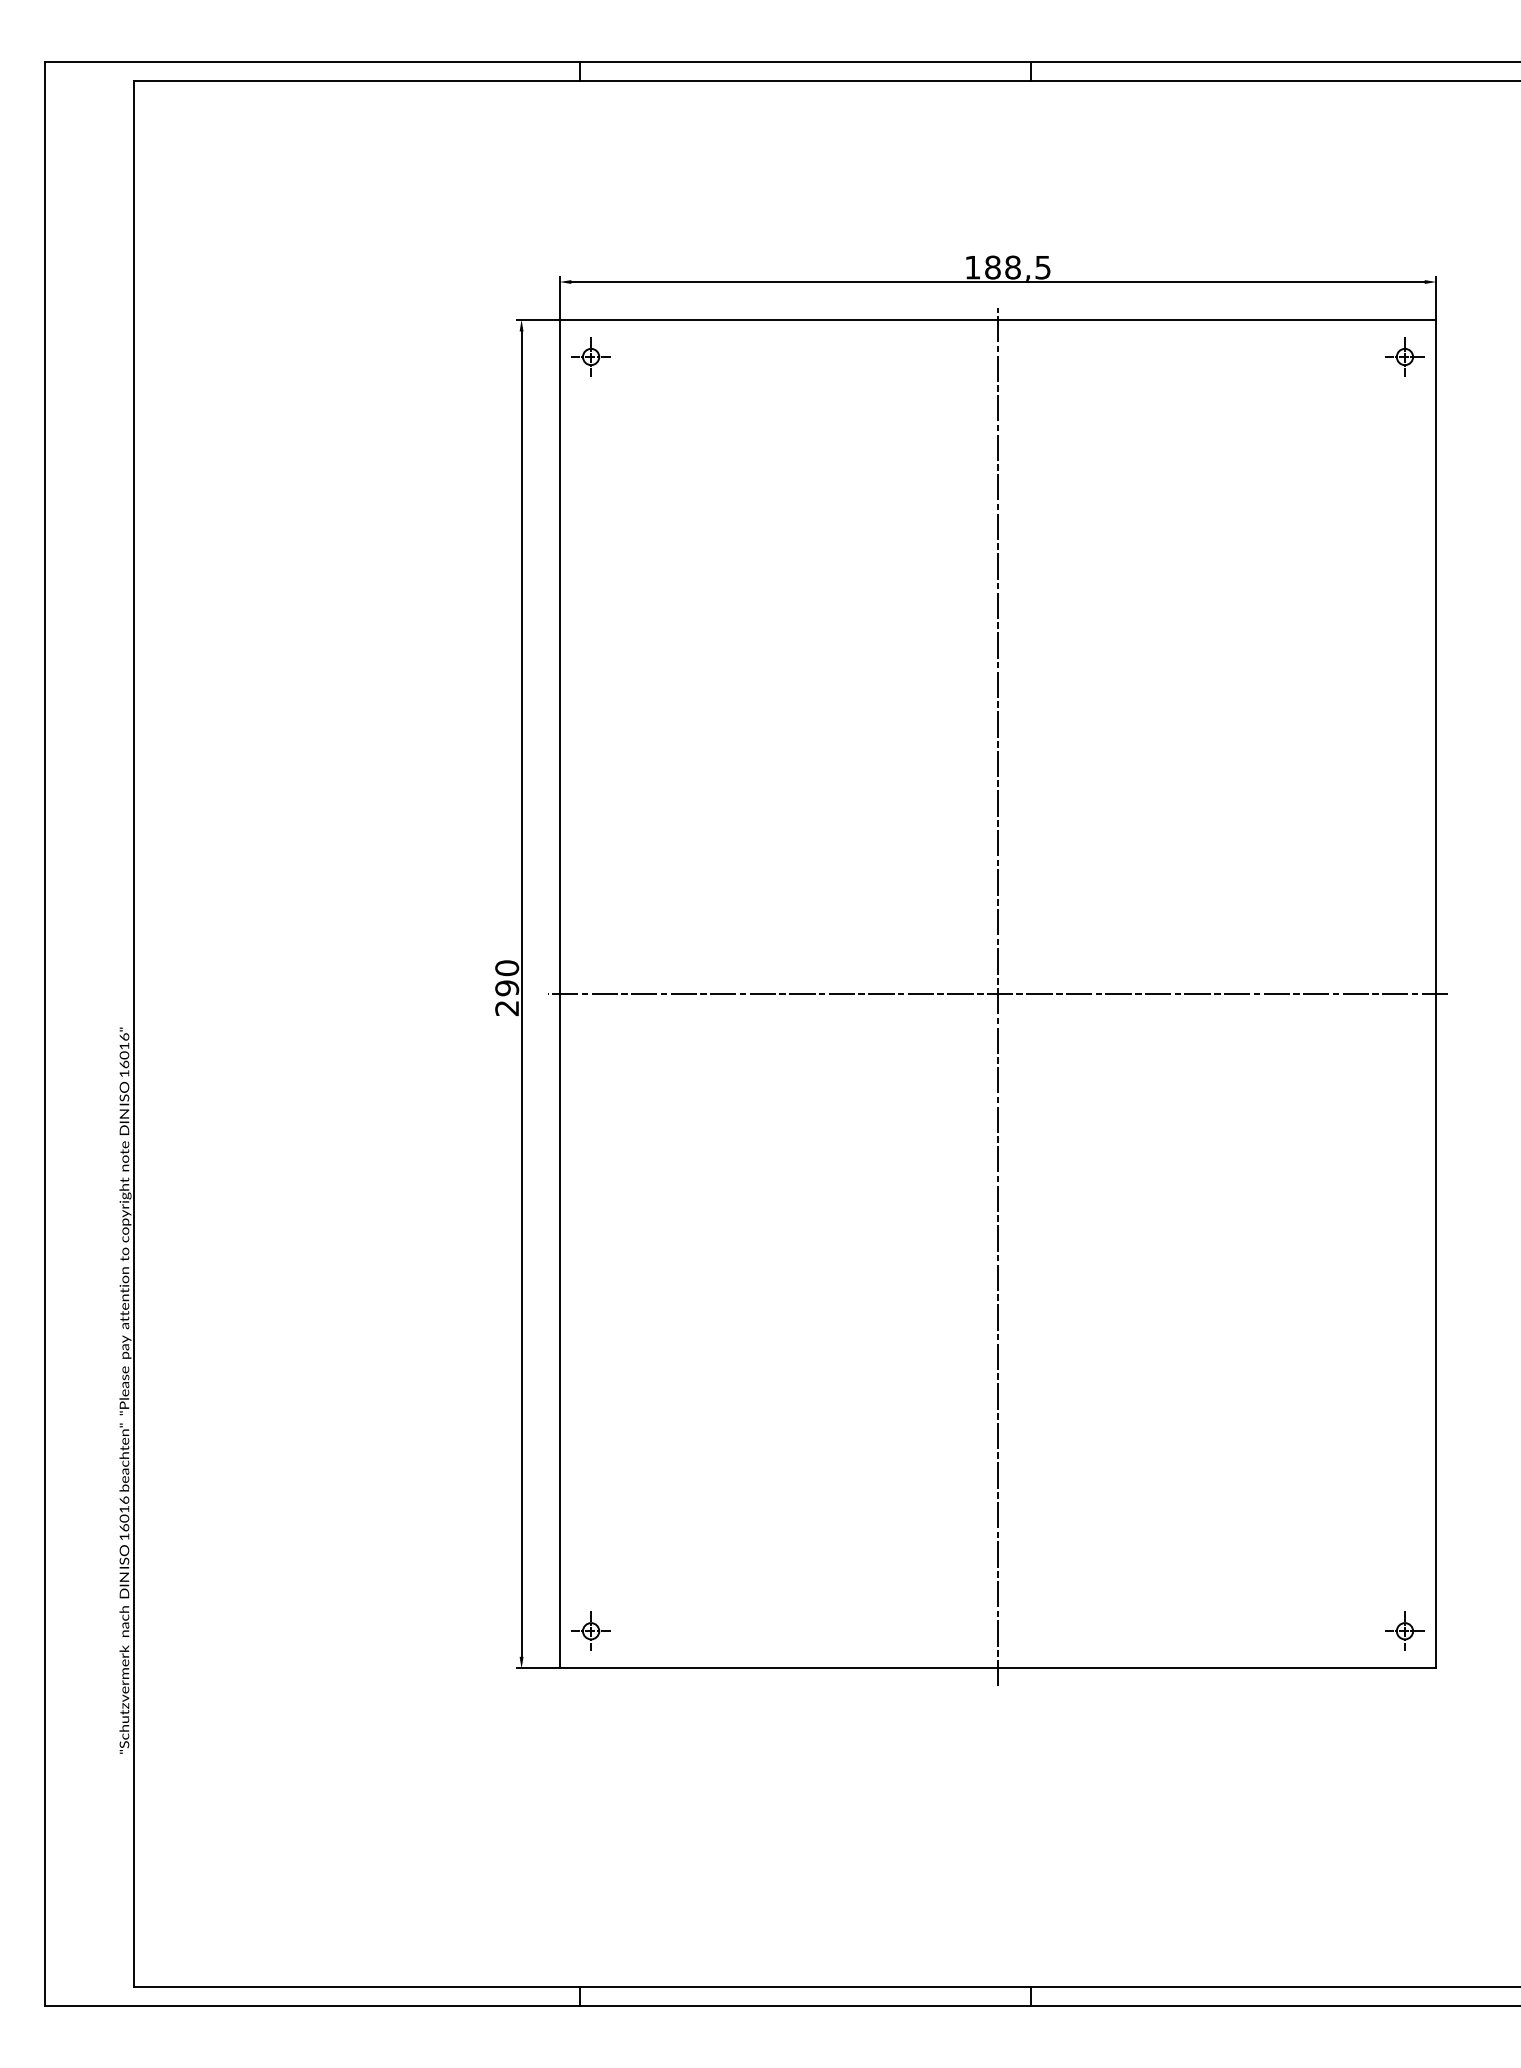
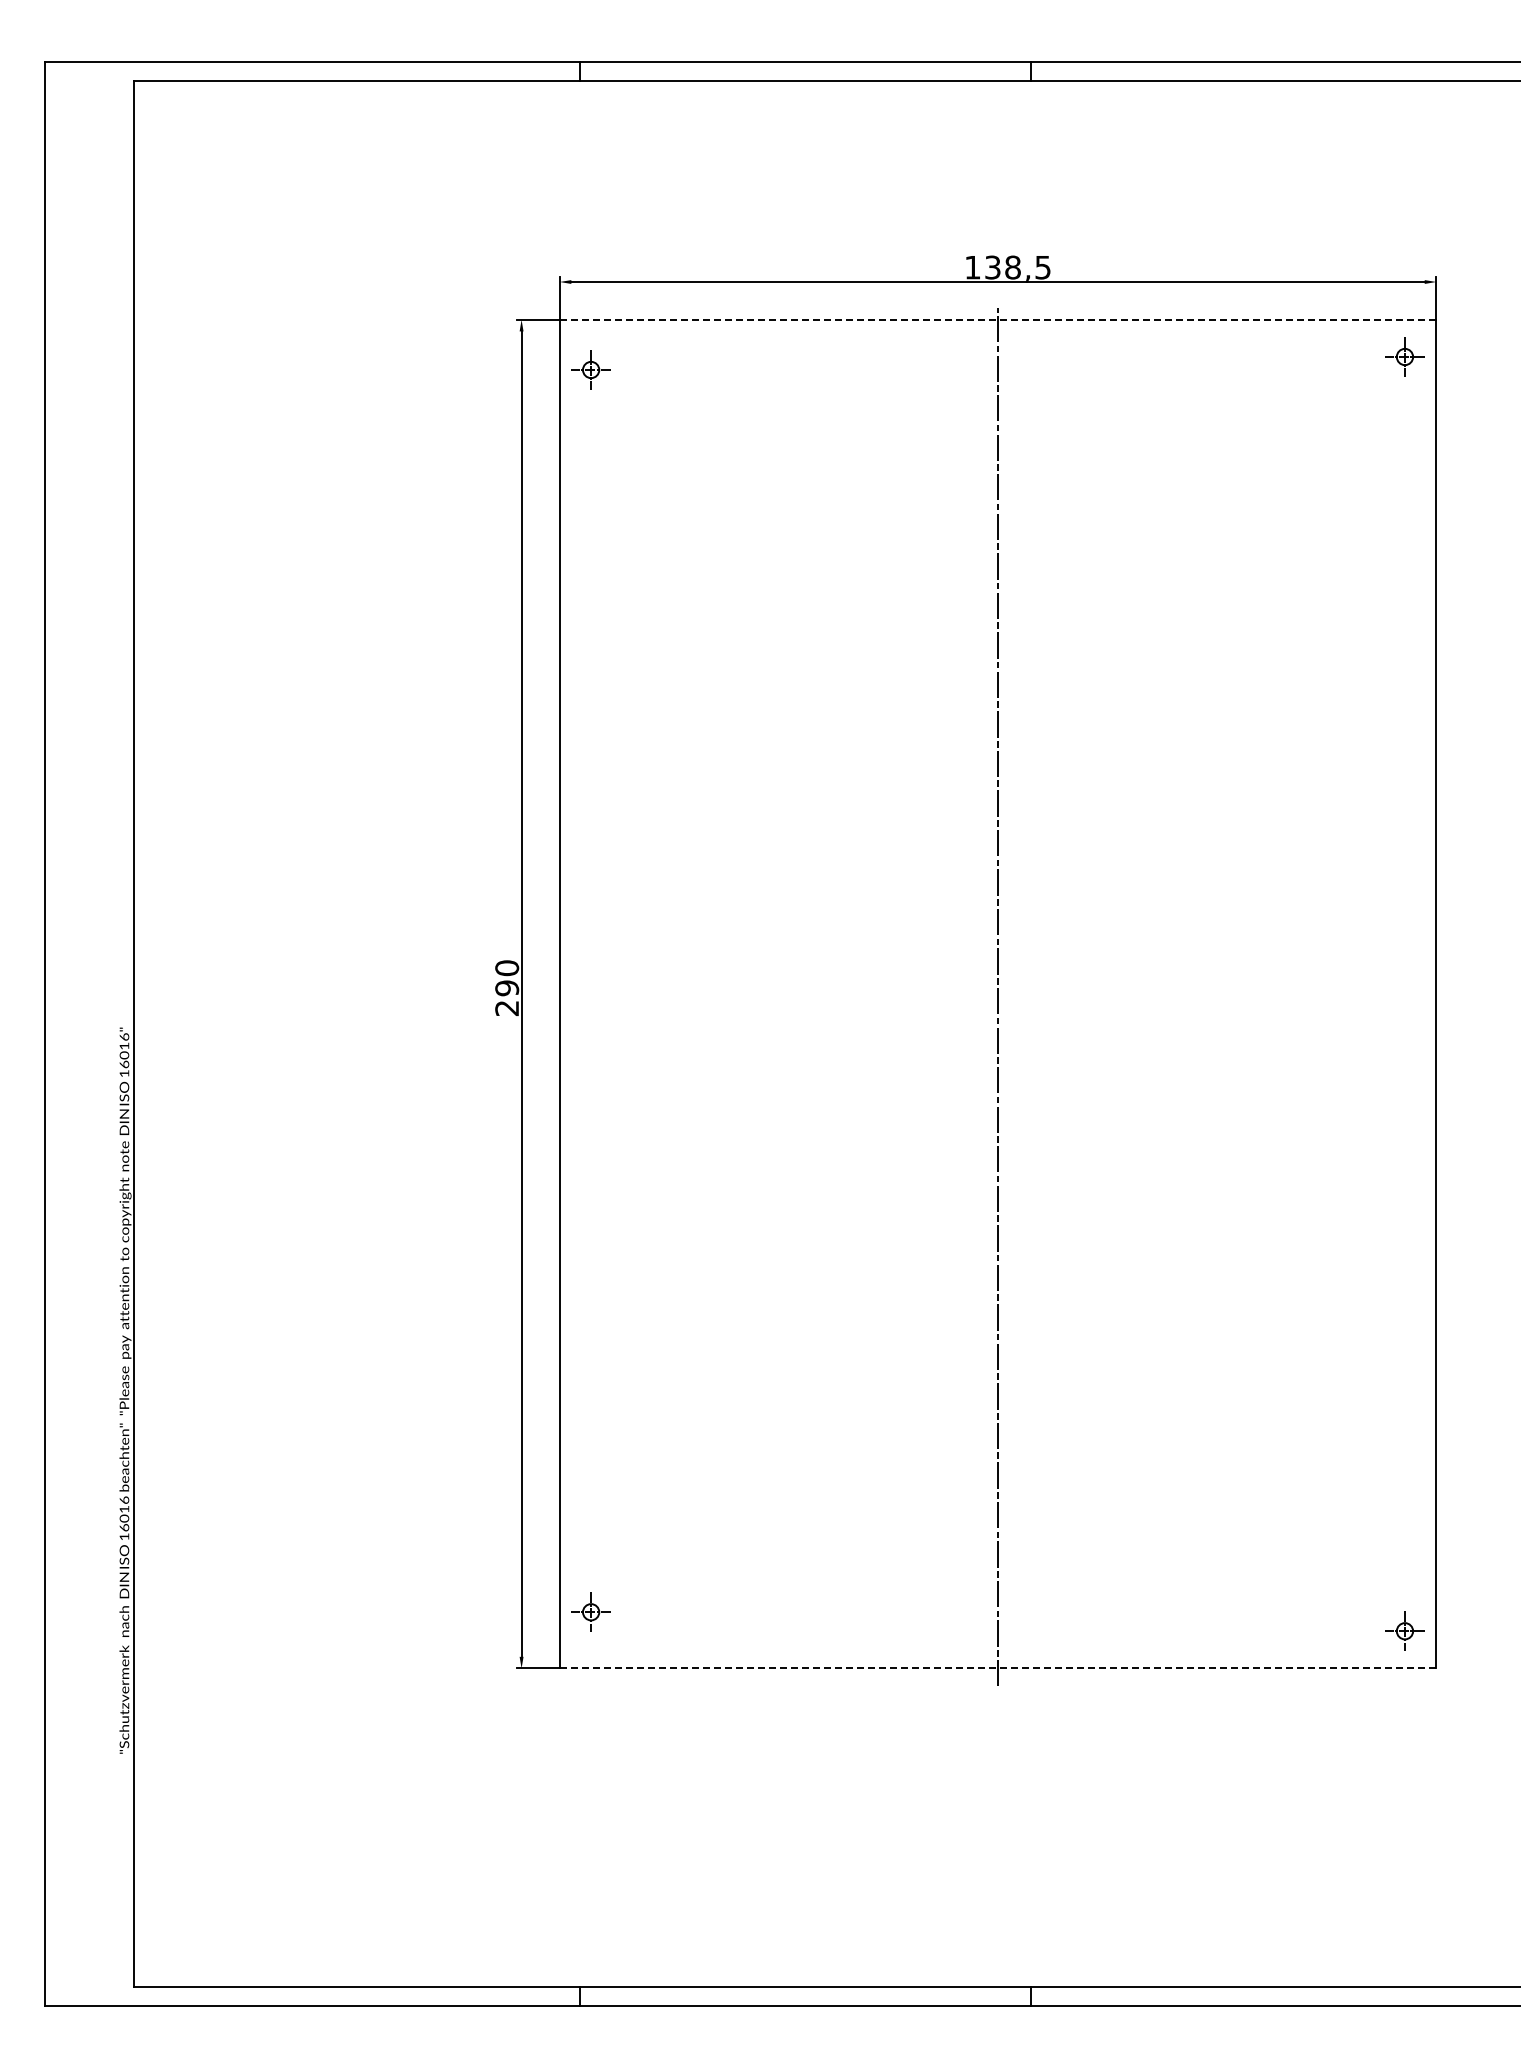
text at (992, 267): 188,5 -> 138,5
line at (997, 319): solid -> dashed
part at (590, 356) position: (590, 356) -> (590, 369)
line at (997, 994): present -> none
part at (590, 1630) position: (590, 1630) -> (590, 1611)
line at (998, 1668): solid -> dashed
